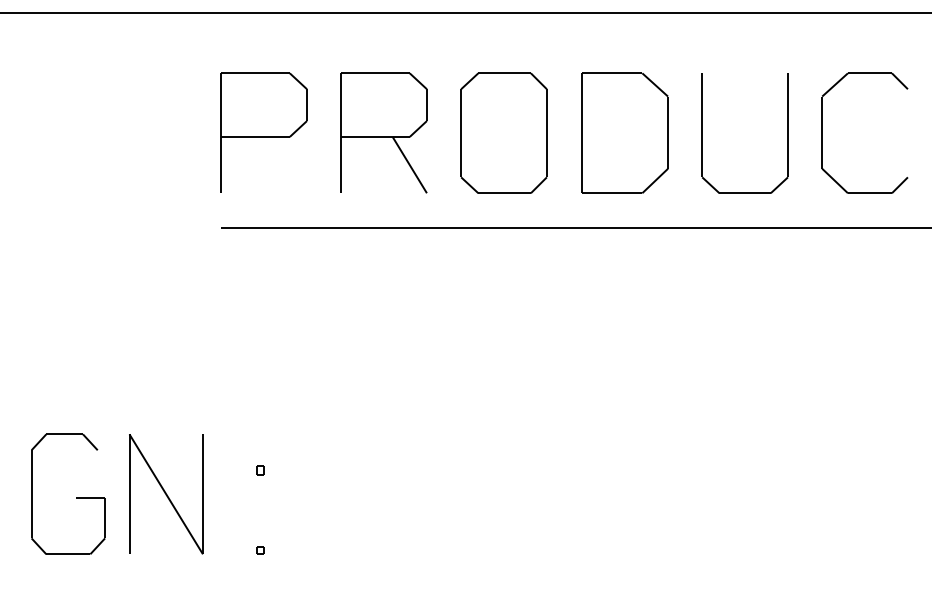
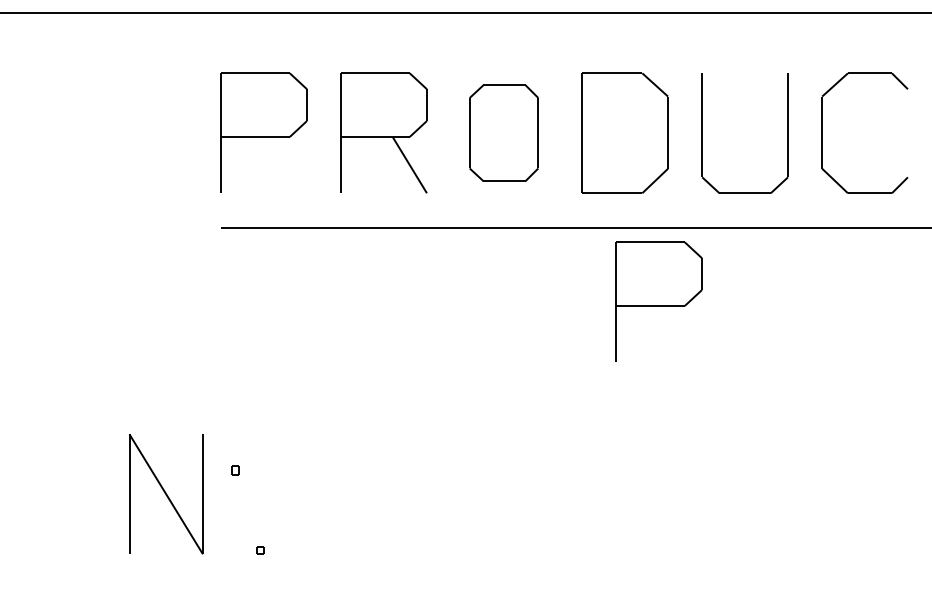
part at (503, 132) size: 88x122 px -> 70x98 px
part at (658, 301): none -> present
part at (260, 470) position: (260, 470) -> (235, 470)
part at (76, 497): present -> none
